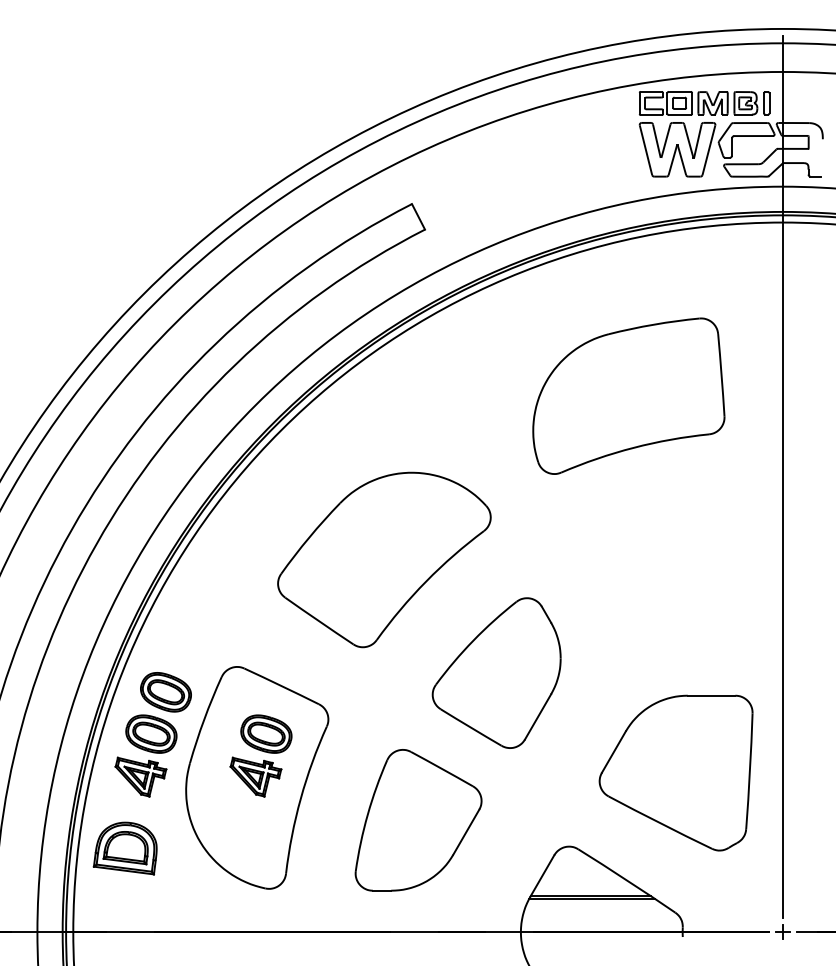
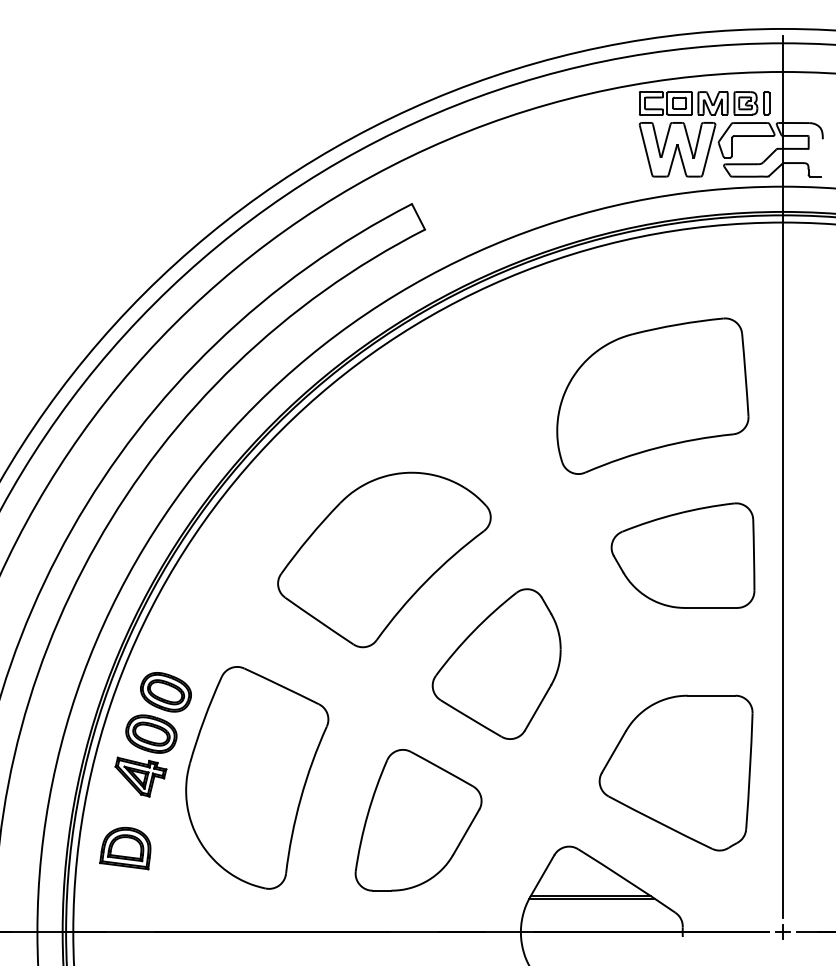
part at (628, 395) position: (628, 395) -> (652, 395)
part at (682, 555): none -> present
part at (496, 672) position: (496, 672) -> (496, 663)
part at (260, 755): present -> none
part at (124, 848) size: 66x55 px -> 53x45 px
